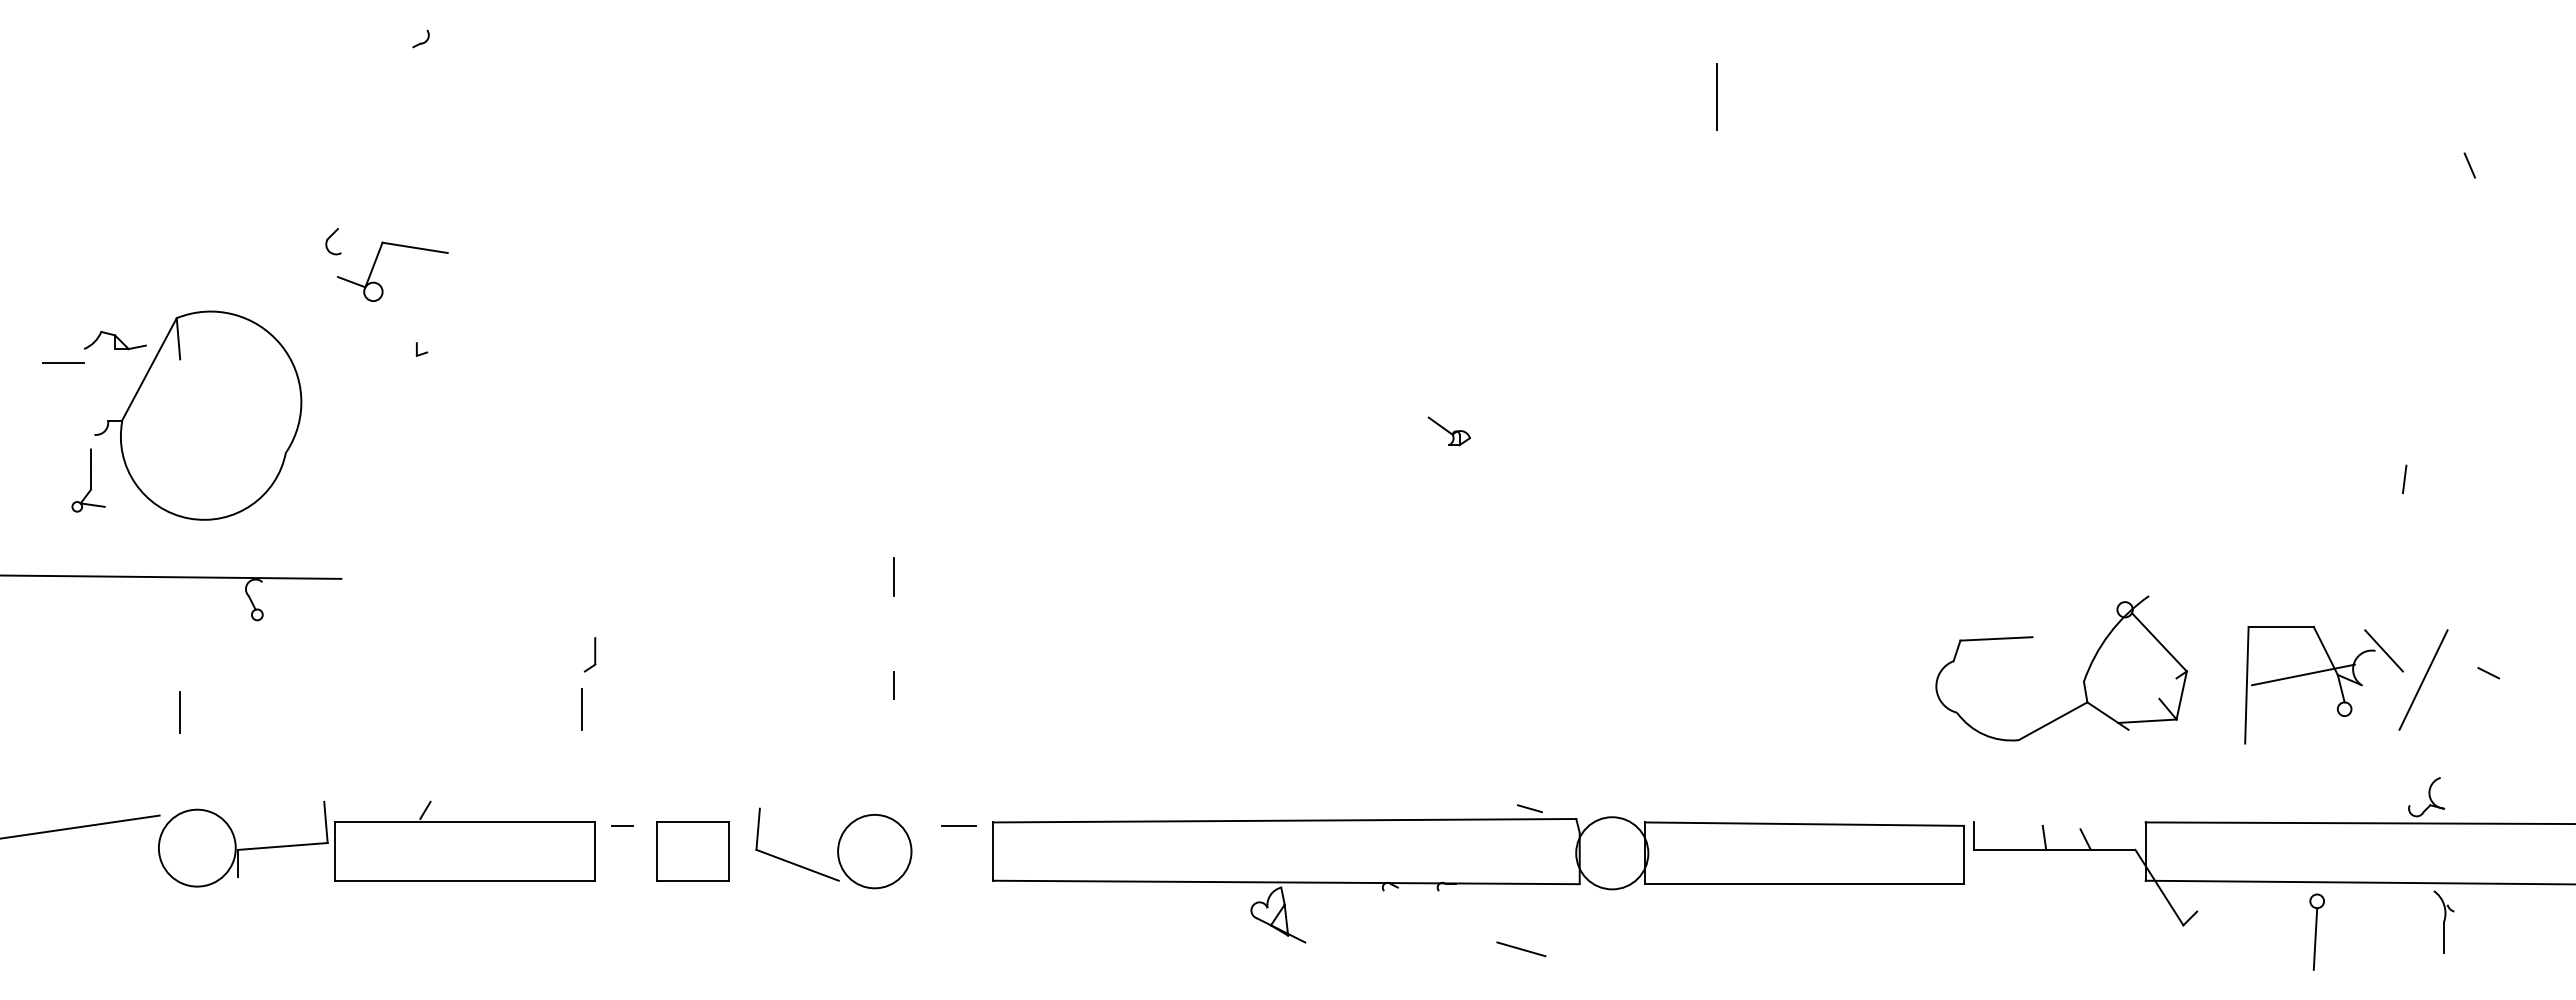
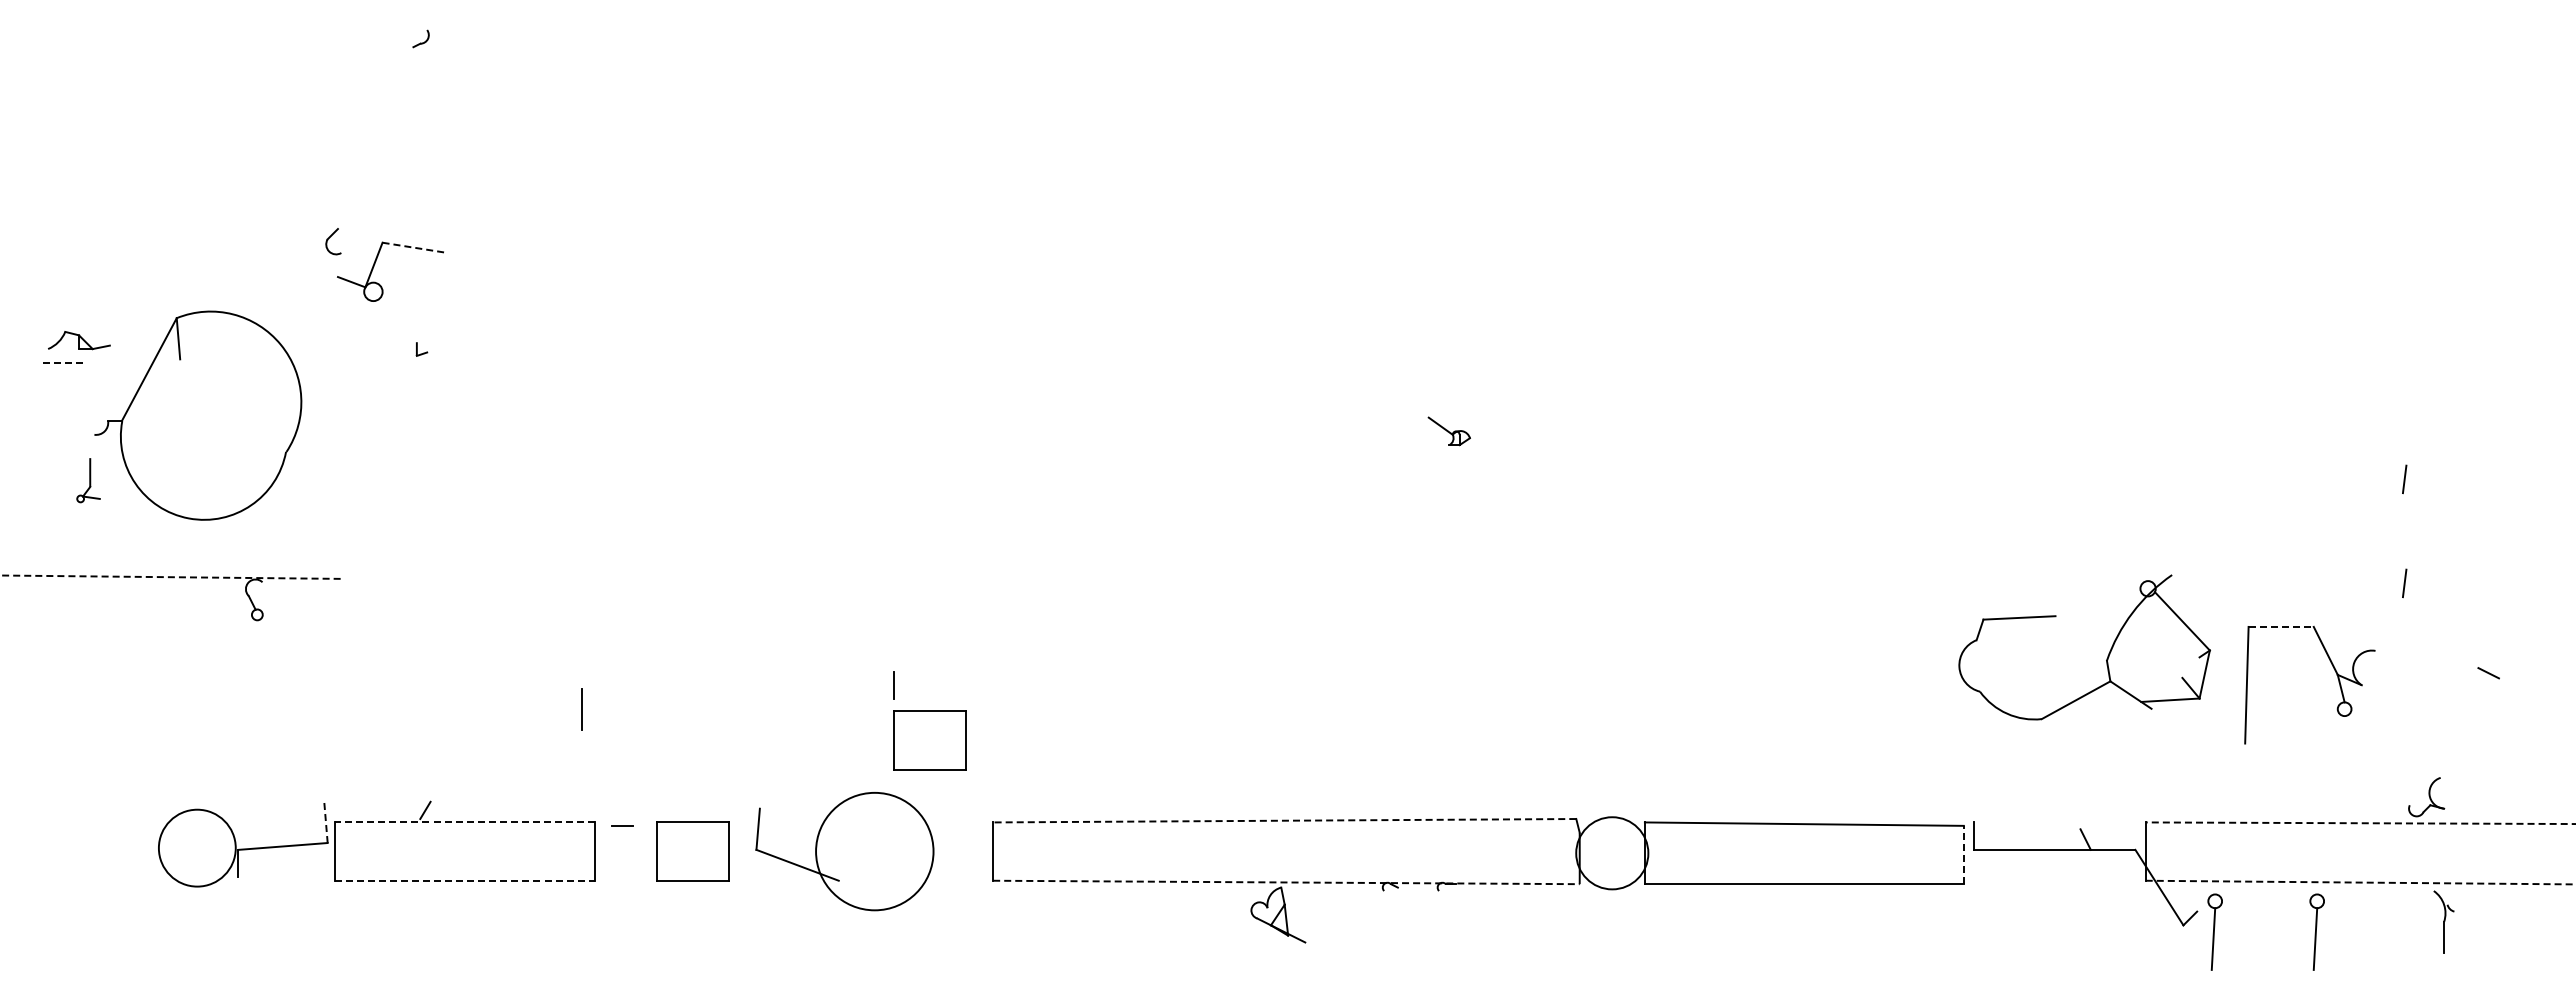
line at (1716, 96): present -> none
line at (2469, 165): present -> none
line at (415, 247): solid -> dashed
part at (115, 340) position: (115, 340) -> (79, 340)
line at (63, 362): solid -> dashed
part at (88, 480) size: 35x65 px -> 25x46 px
line at (171, 577): solid -> dashed
line at (893, 577): present -> none
line at (2404, 583): none -> present
line at (2281, 626): solid -> dashed
line at (2383, 650): present -> none
part at (589, 654): present -> none
line at (2303, 674): present -> none
part at (2084, 676) position: (2084, 676) -> (2107, 655)
line at (2423, 679): present -> none
line at (180, 712): present -> none
part at (929, 740): none -> present
line at (1529, 808): present -> none
line at (1284, 820): solid -> dashed
line at (325, 822): solid -> dashed
line at (464, 822): solid -> dashed
line at (2360, 823): solid -> dashed
line at (958, 825): present -> none
line at (80, 826): present -> none
line at (2044, 837): present -> none
circle at (874, 851) diameter: 73 px -> 117 px
line at (1963, 854): solid -> dashed
line at (465, 880): solid -> dashed
line at (1286, 882): solid -> dashed
line at (2360, 882): solid -> dashed
part at (2214, 931): none -> present
line at (1521, 949): present -> none
